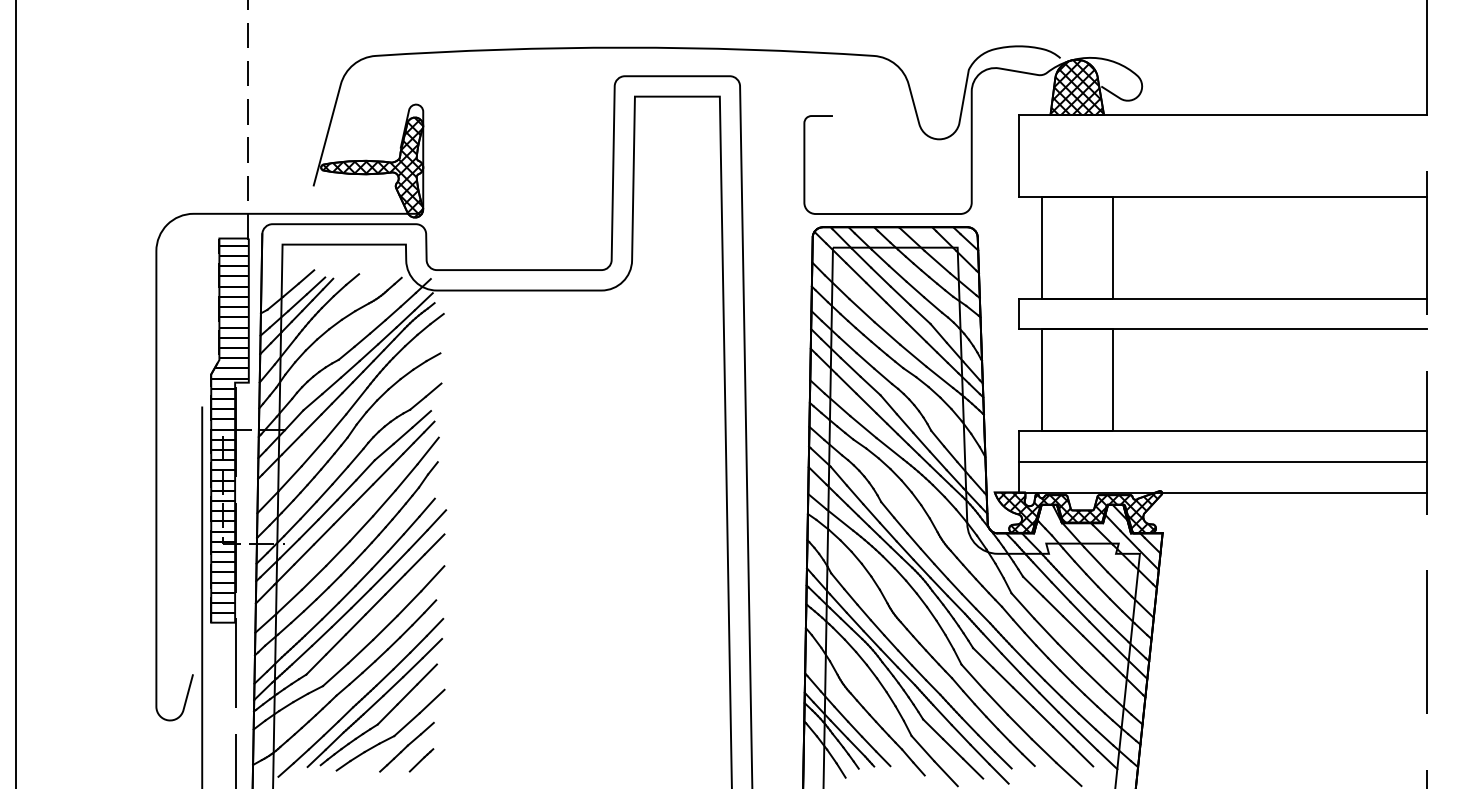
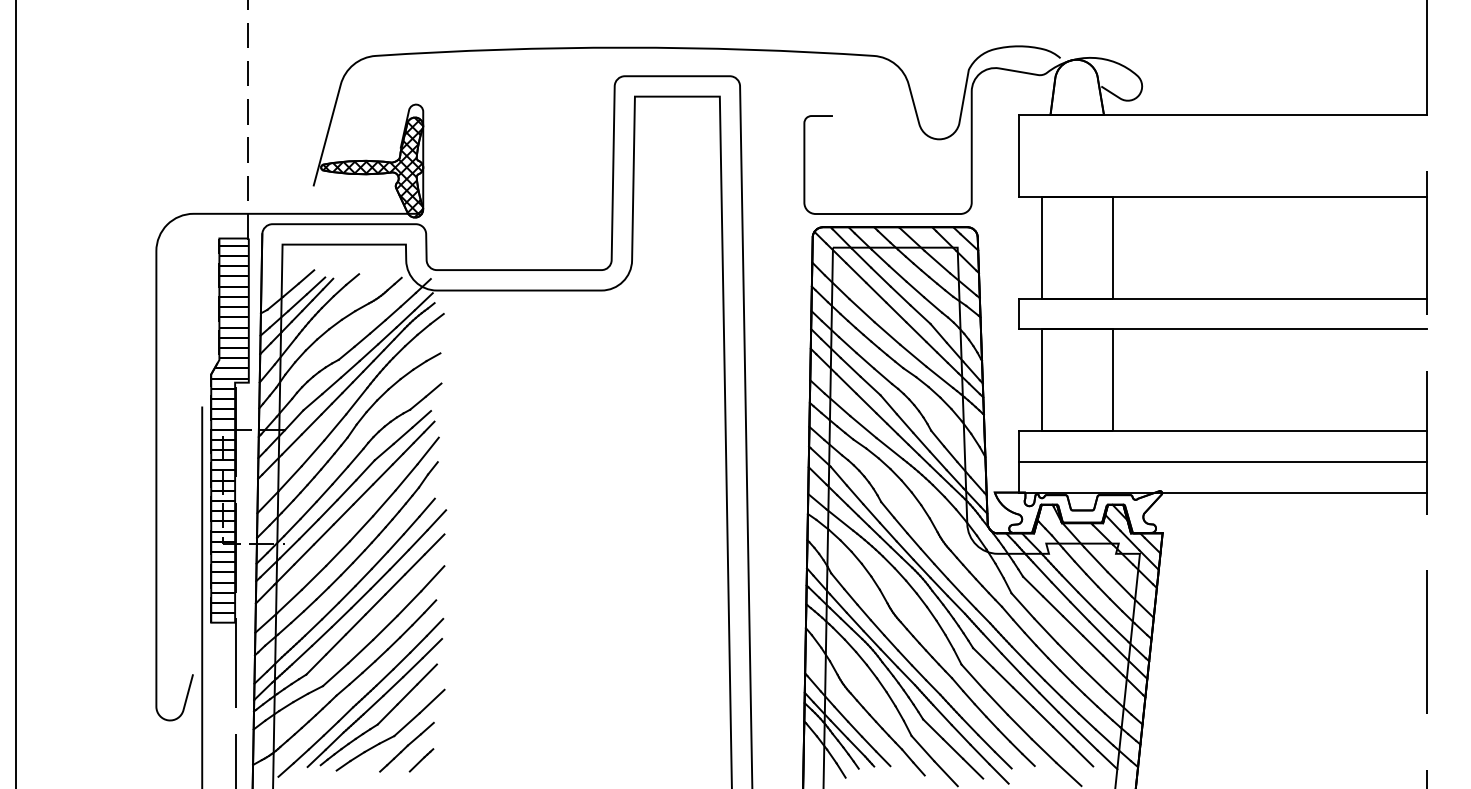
hatch at (1076, 87): present -> none
hatch at (1077, 512): present -> none
